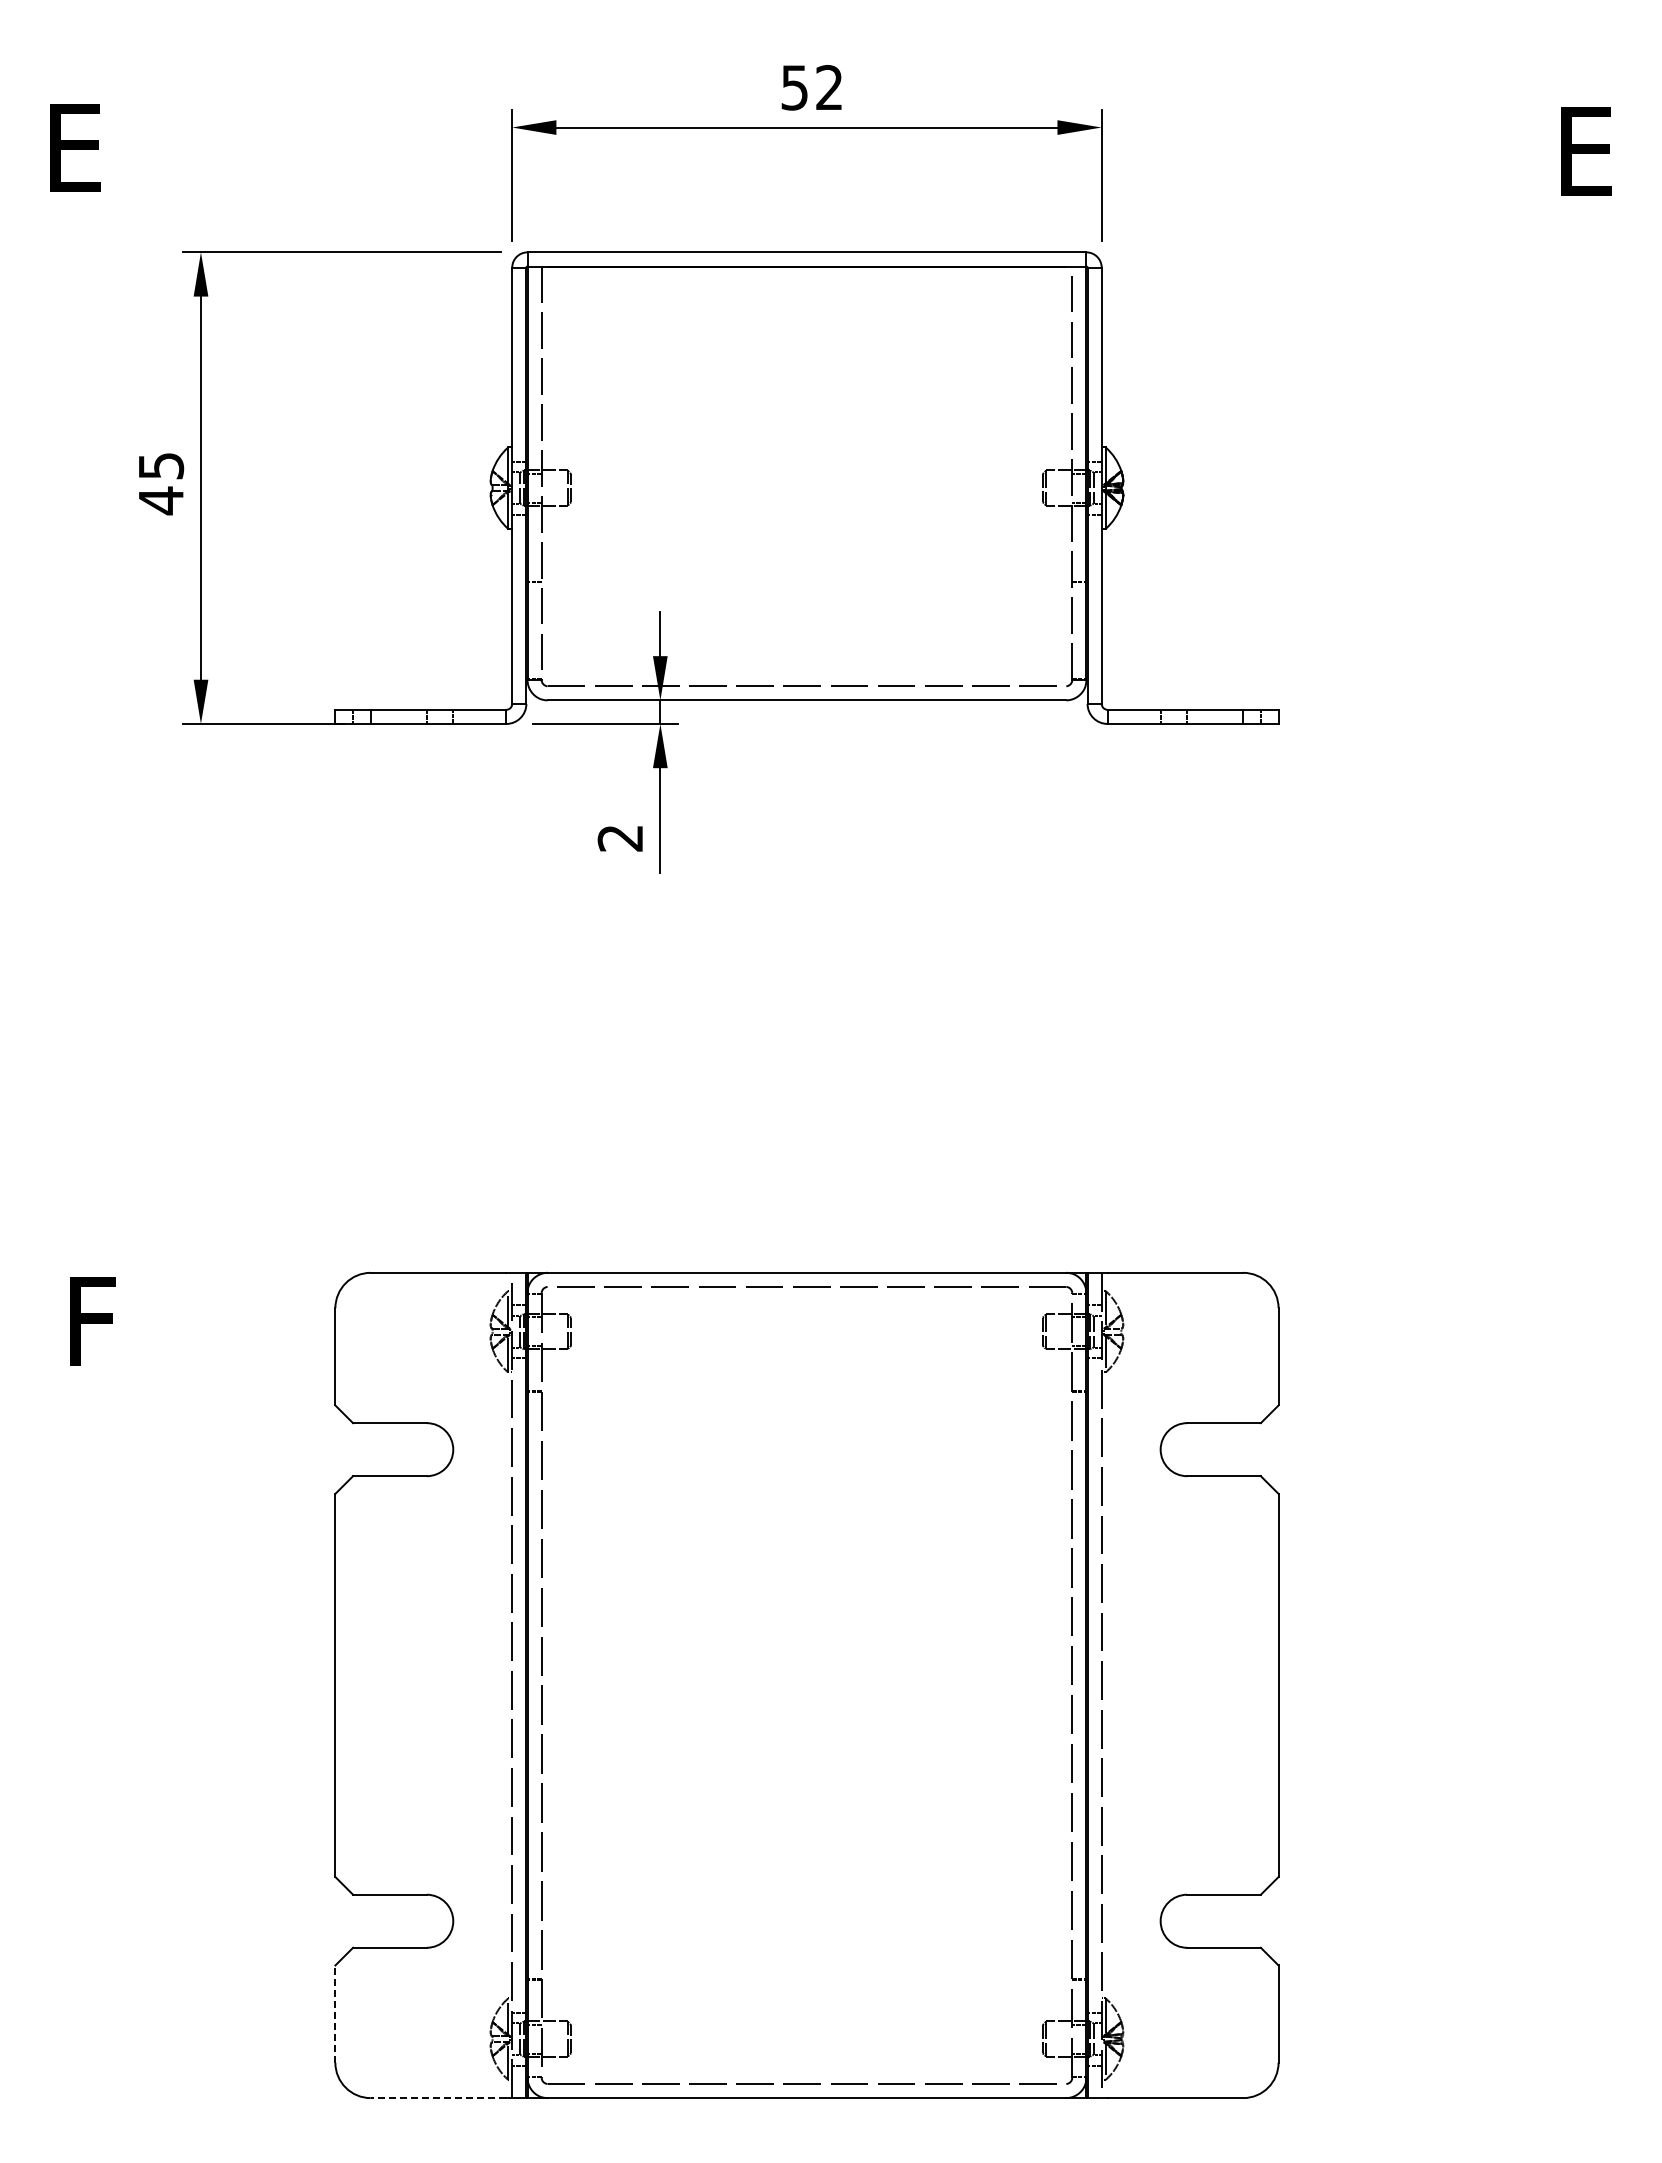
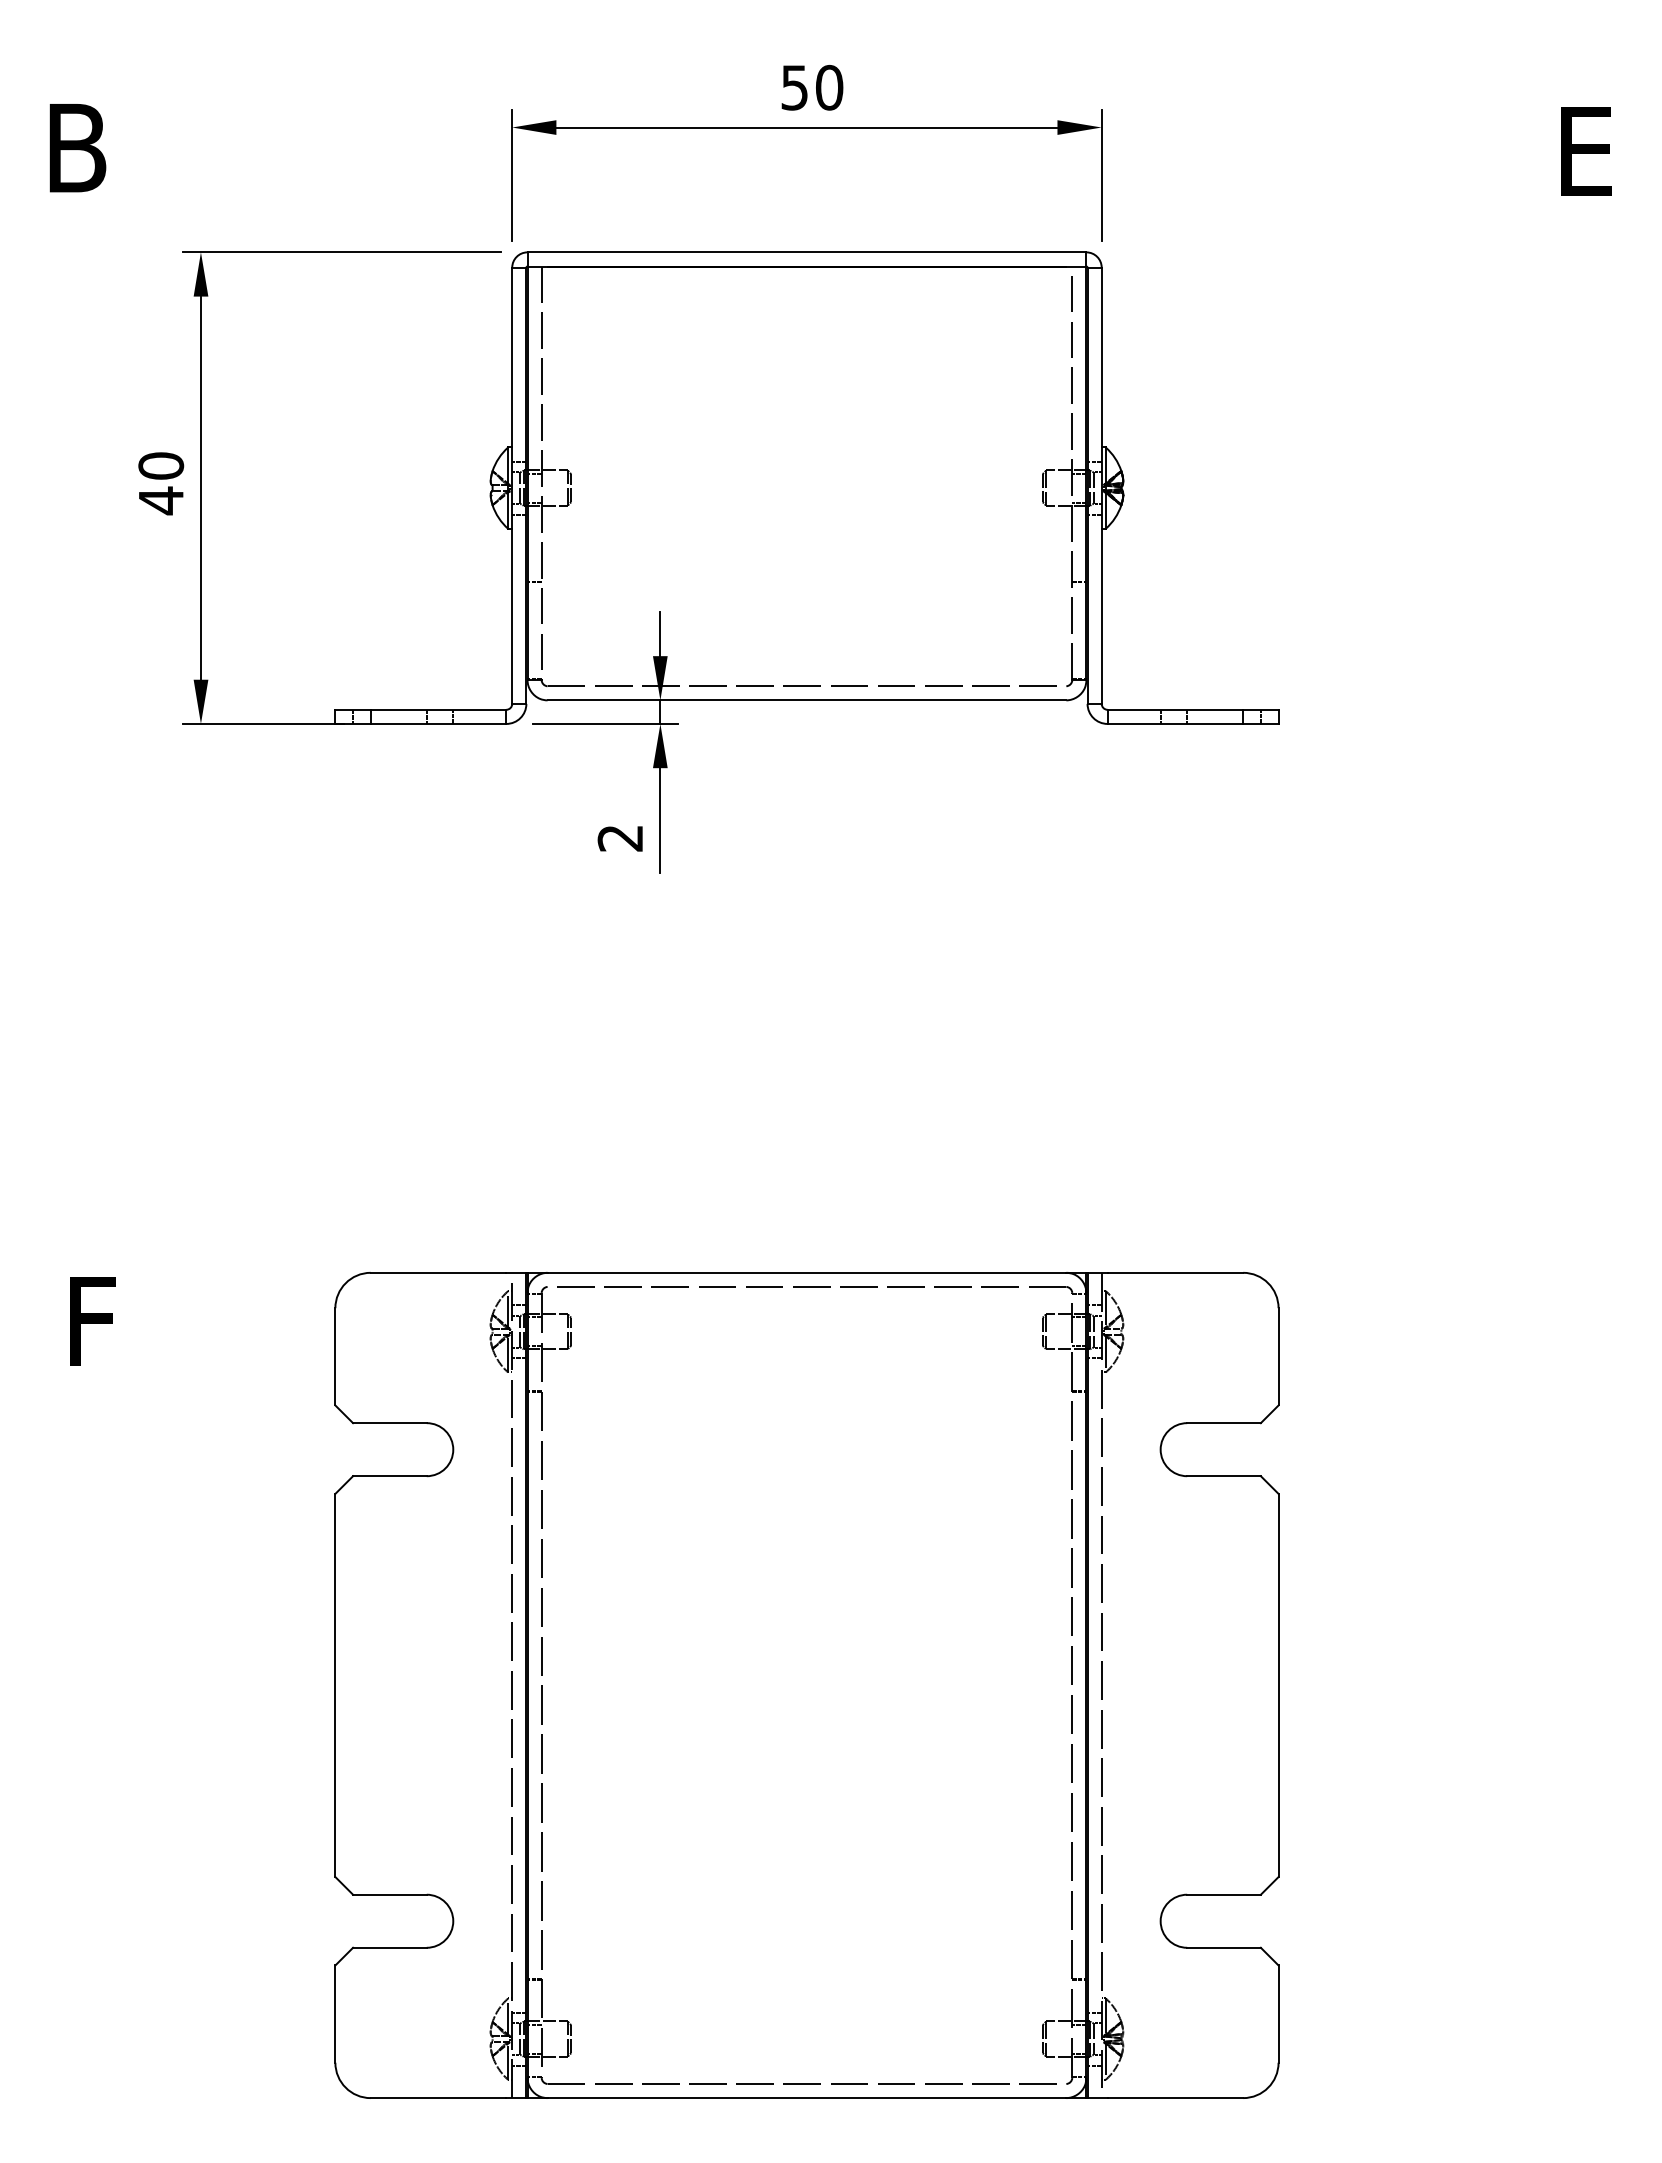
text at (829, 87): 52 -> 50
text at (77, 148): E -> B
text at (161, 465): 45 -> 40
line at (335, 2014): dashed -> solid
line at (438, 2098): dashed -> solid
